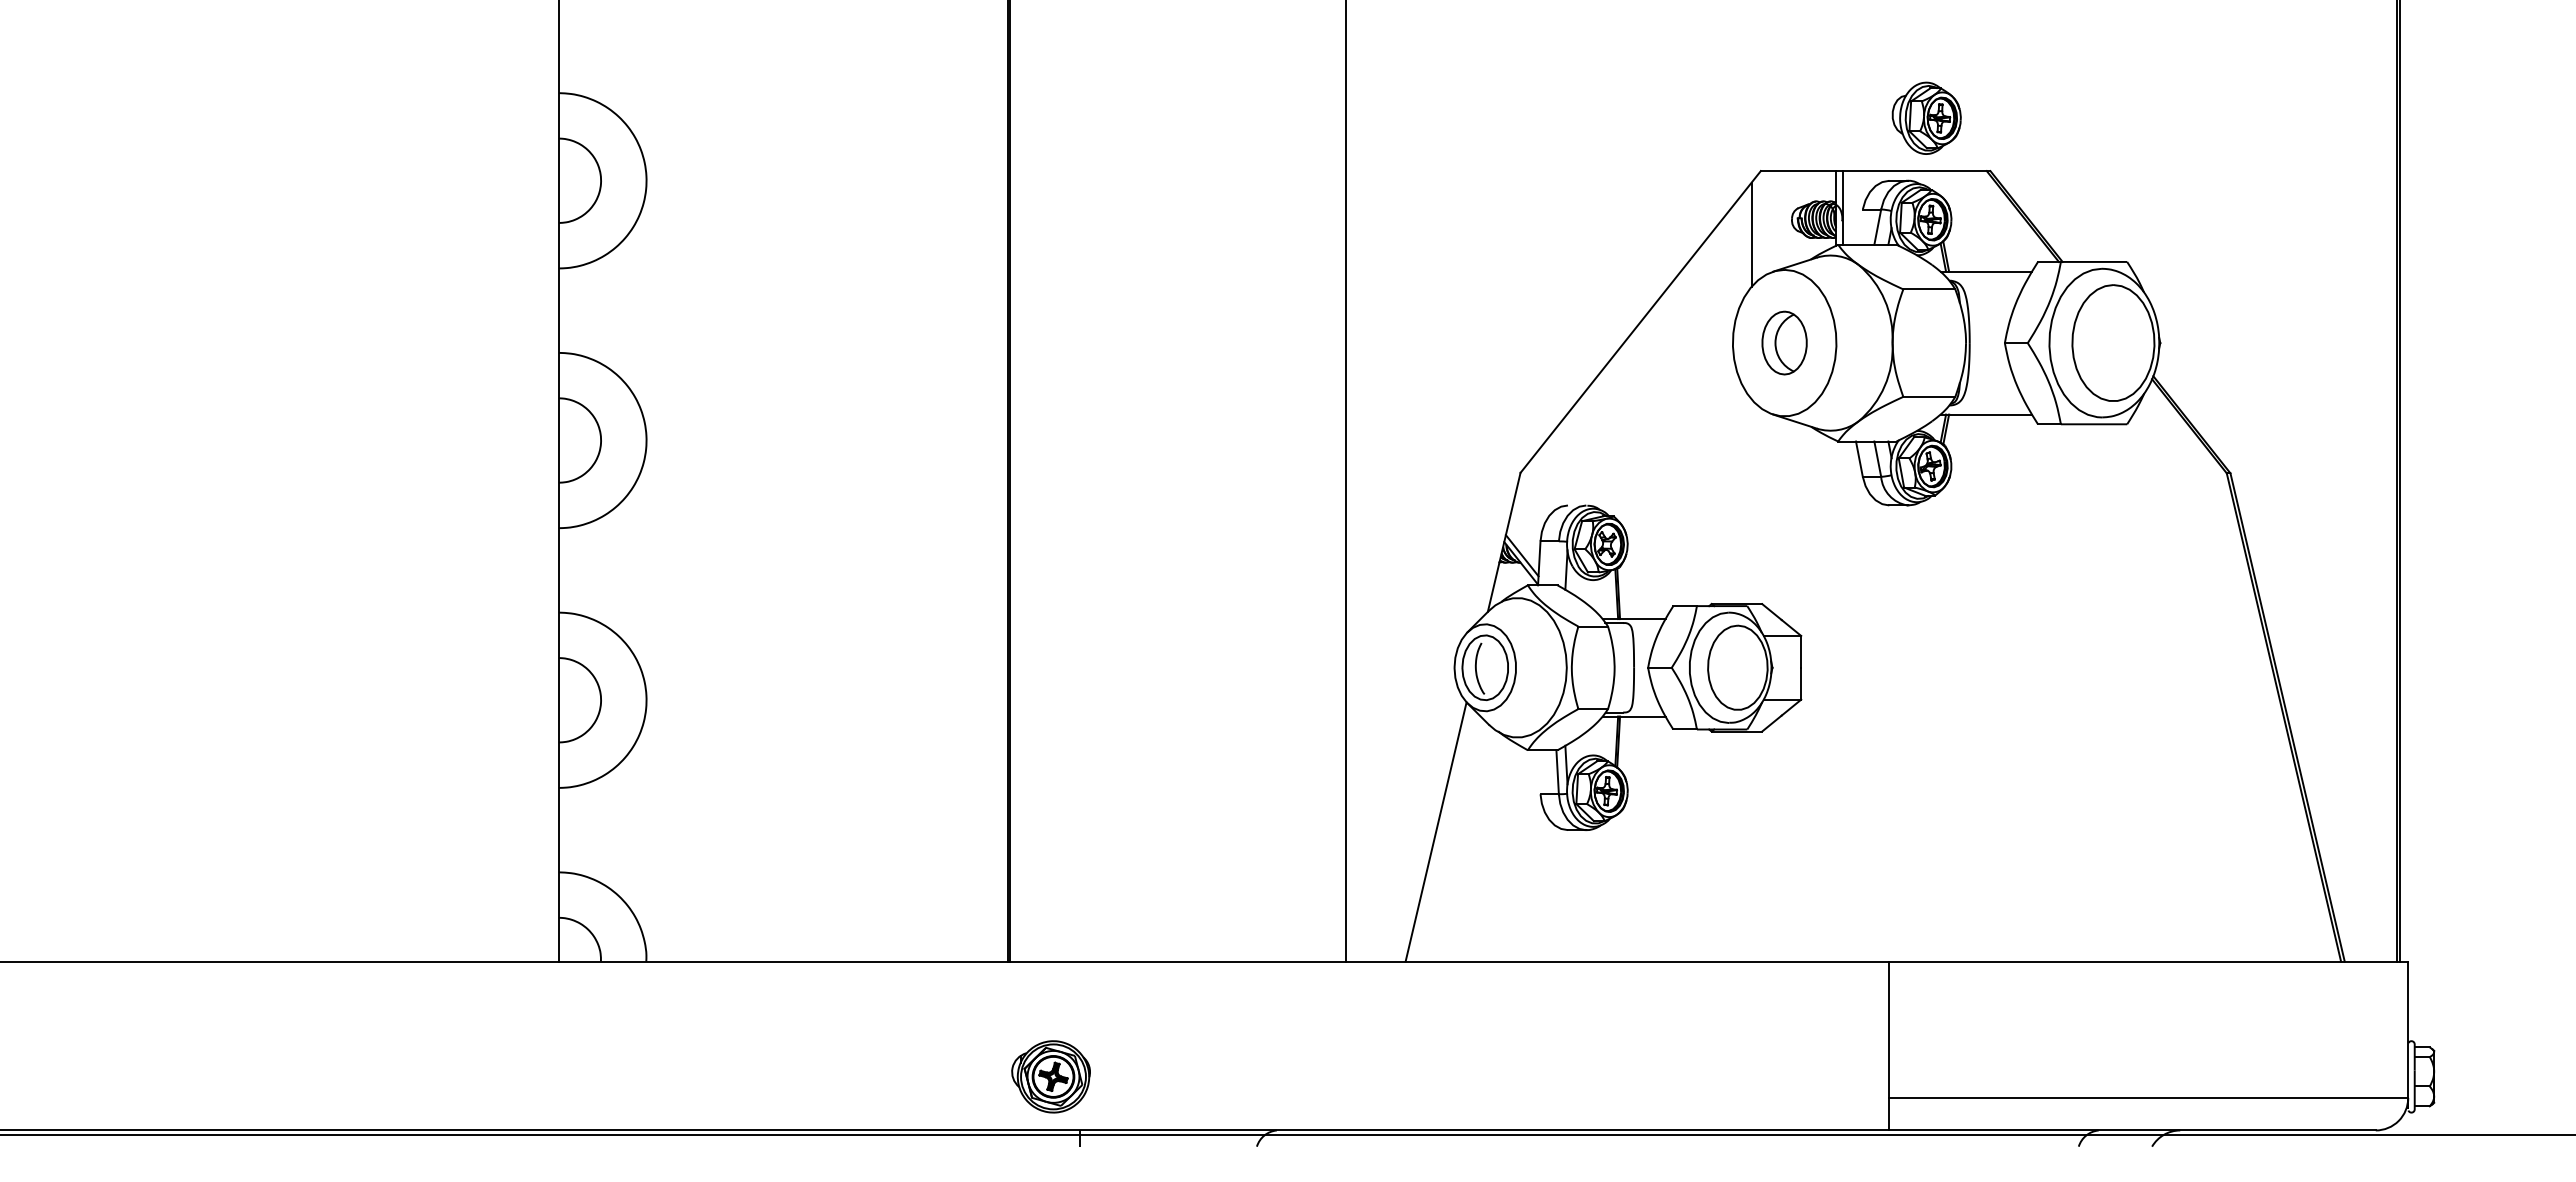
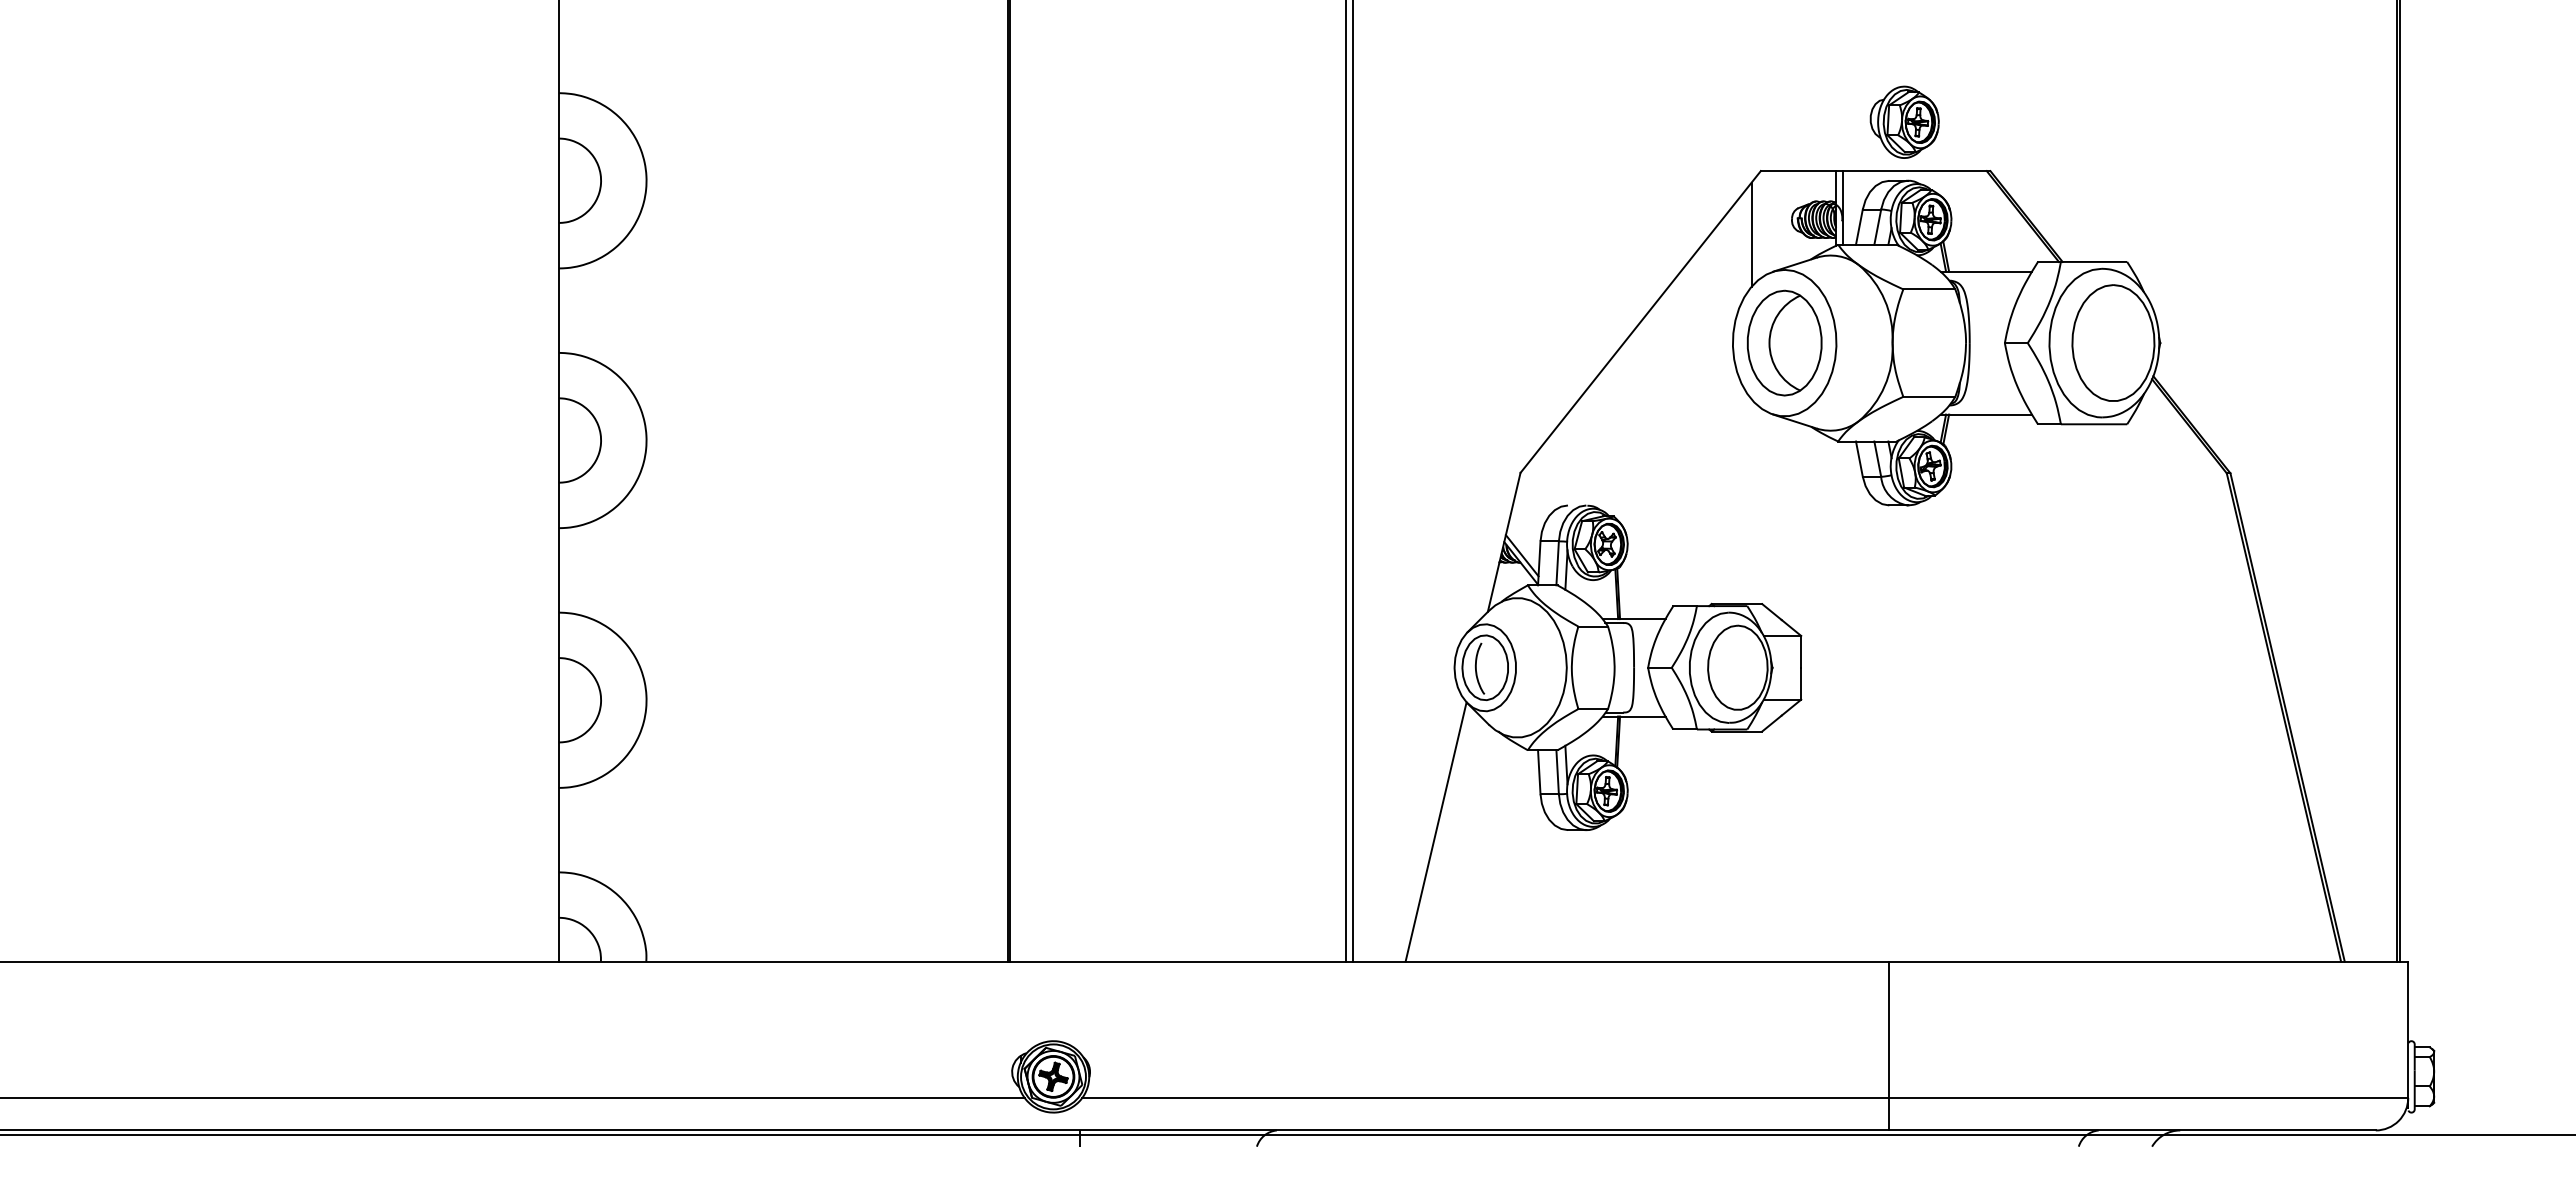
part at (1926, 117) position: (1926, 117) -> (1904, 121)
line at (1859, 226): none -> present
part at (1784, 342) size: 47x66 px -> 77x108 px
line at (1353, 481): none -> present
line at (1557, 563): none -> present
line at (1539, 772): none -> present
line at (513, 1098): none -> present
line at (1485, 1098): none -> present
